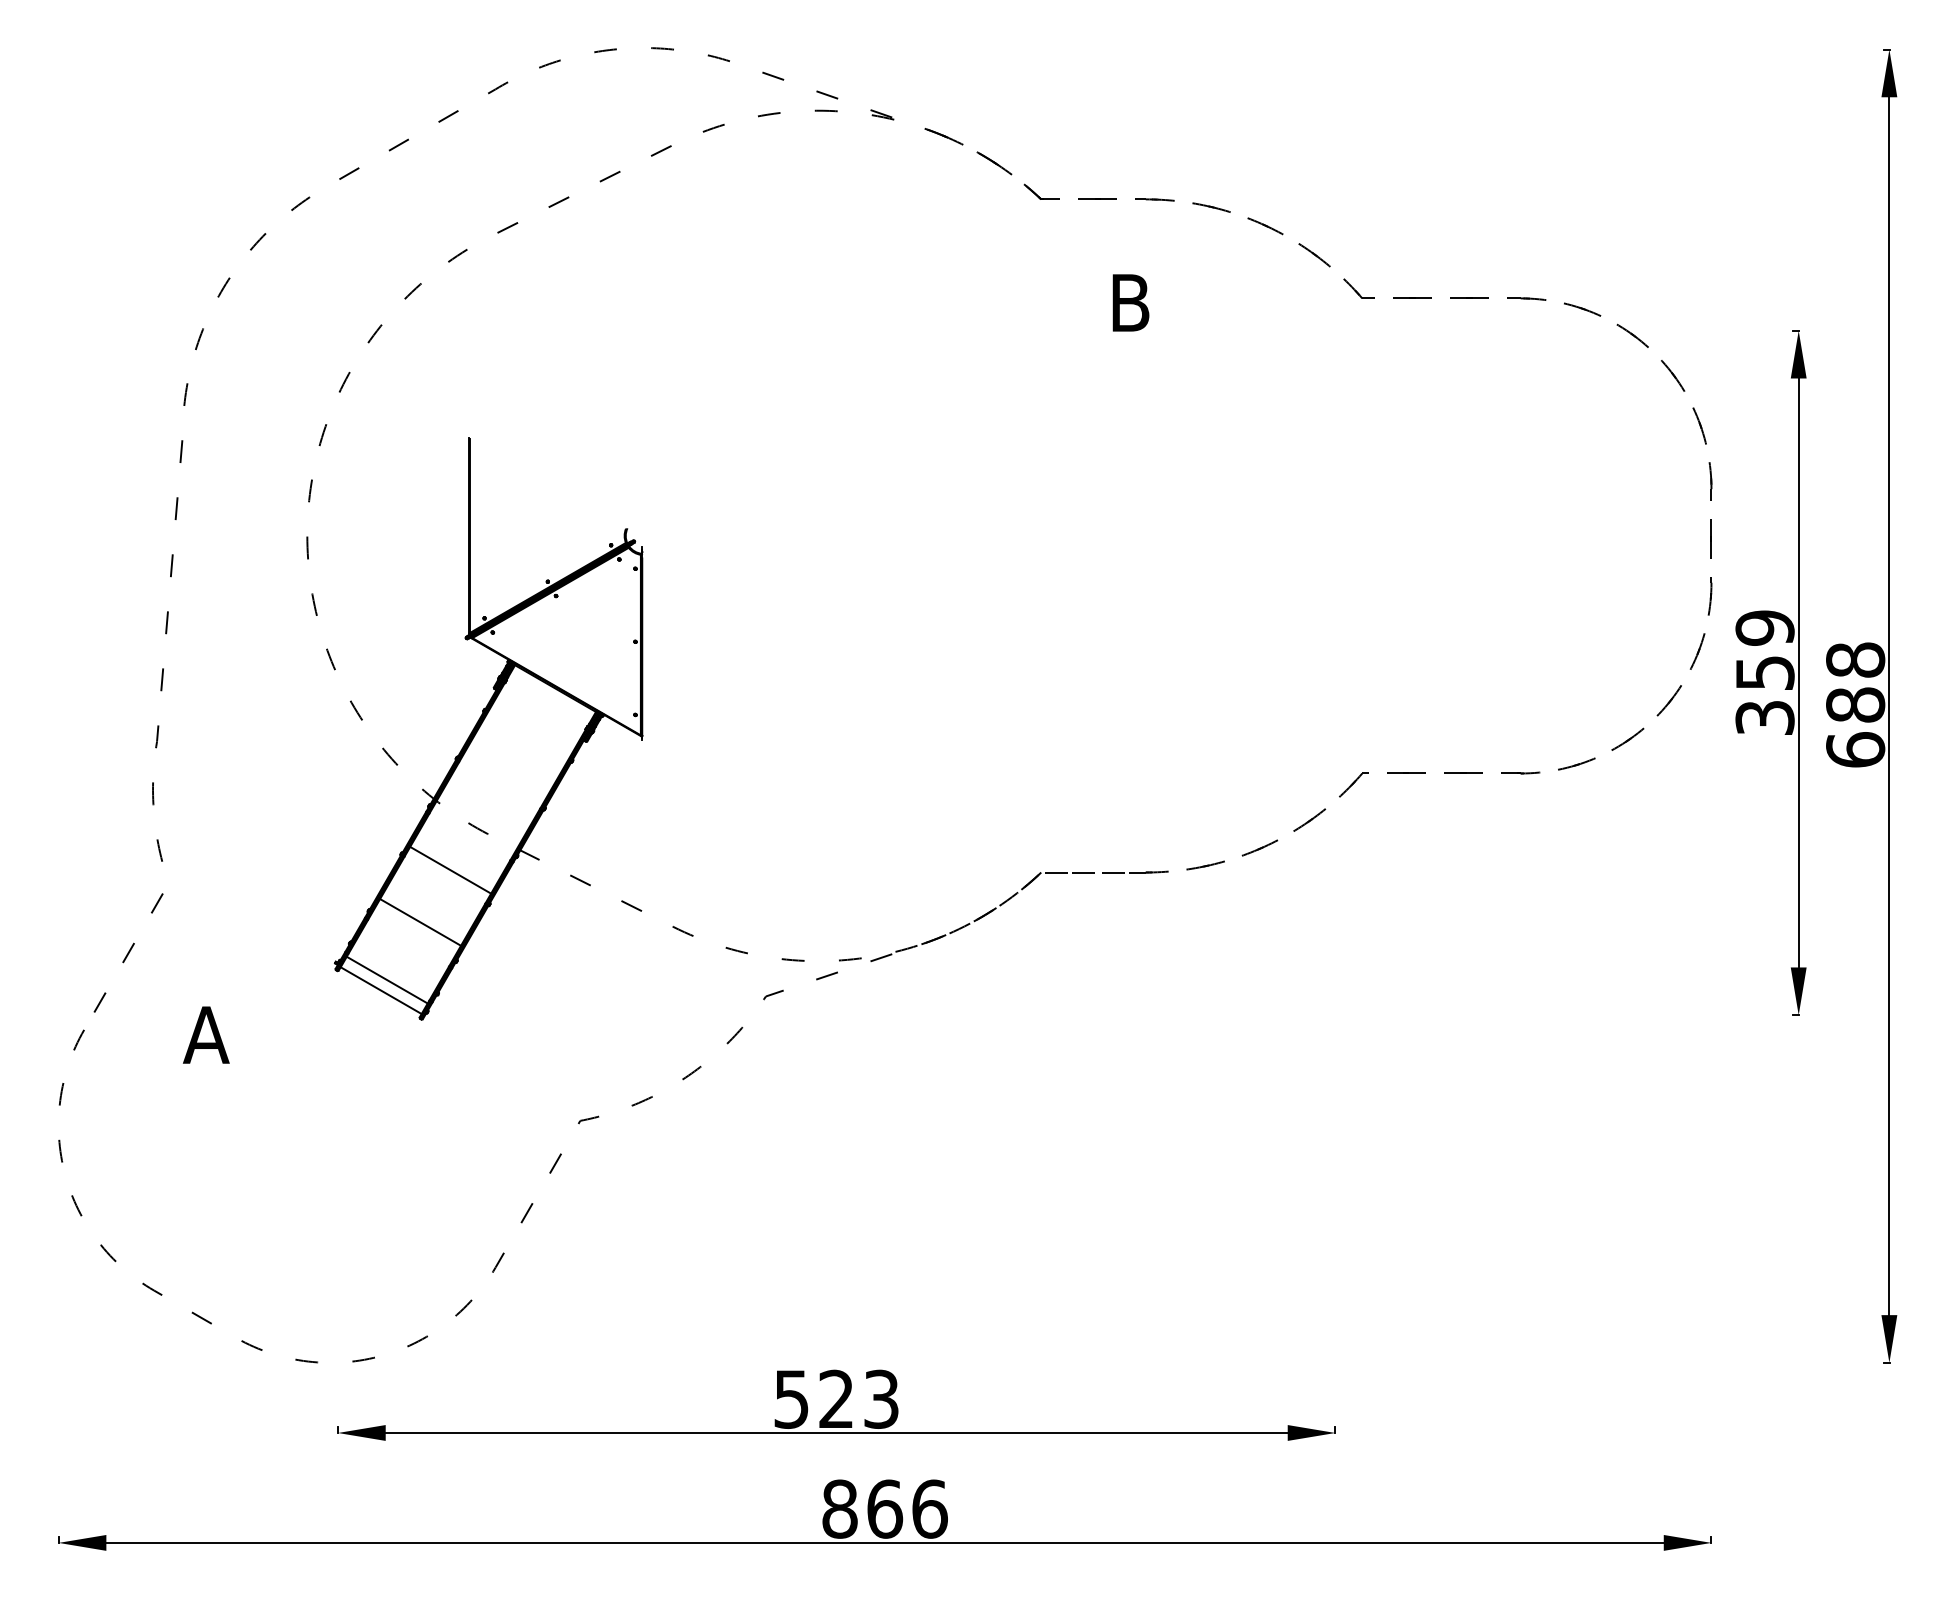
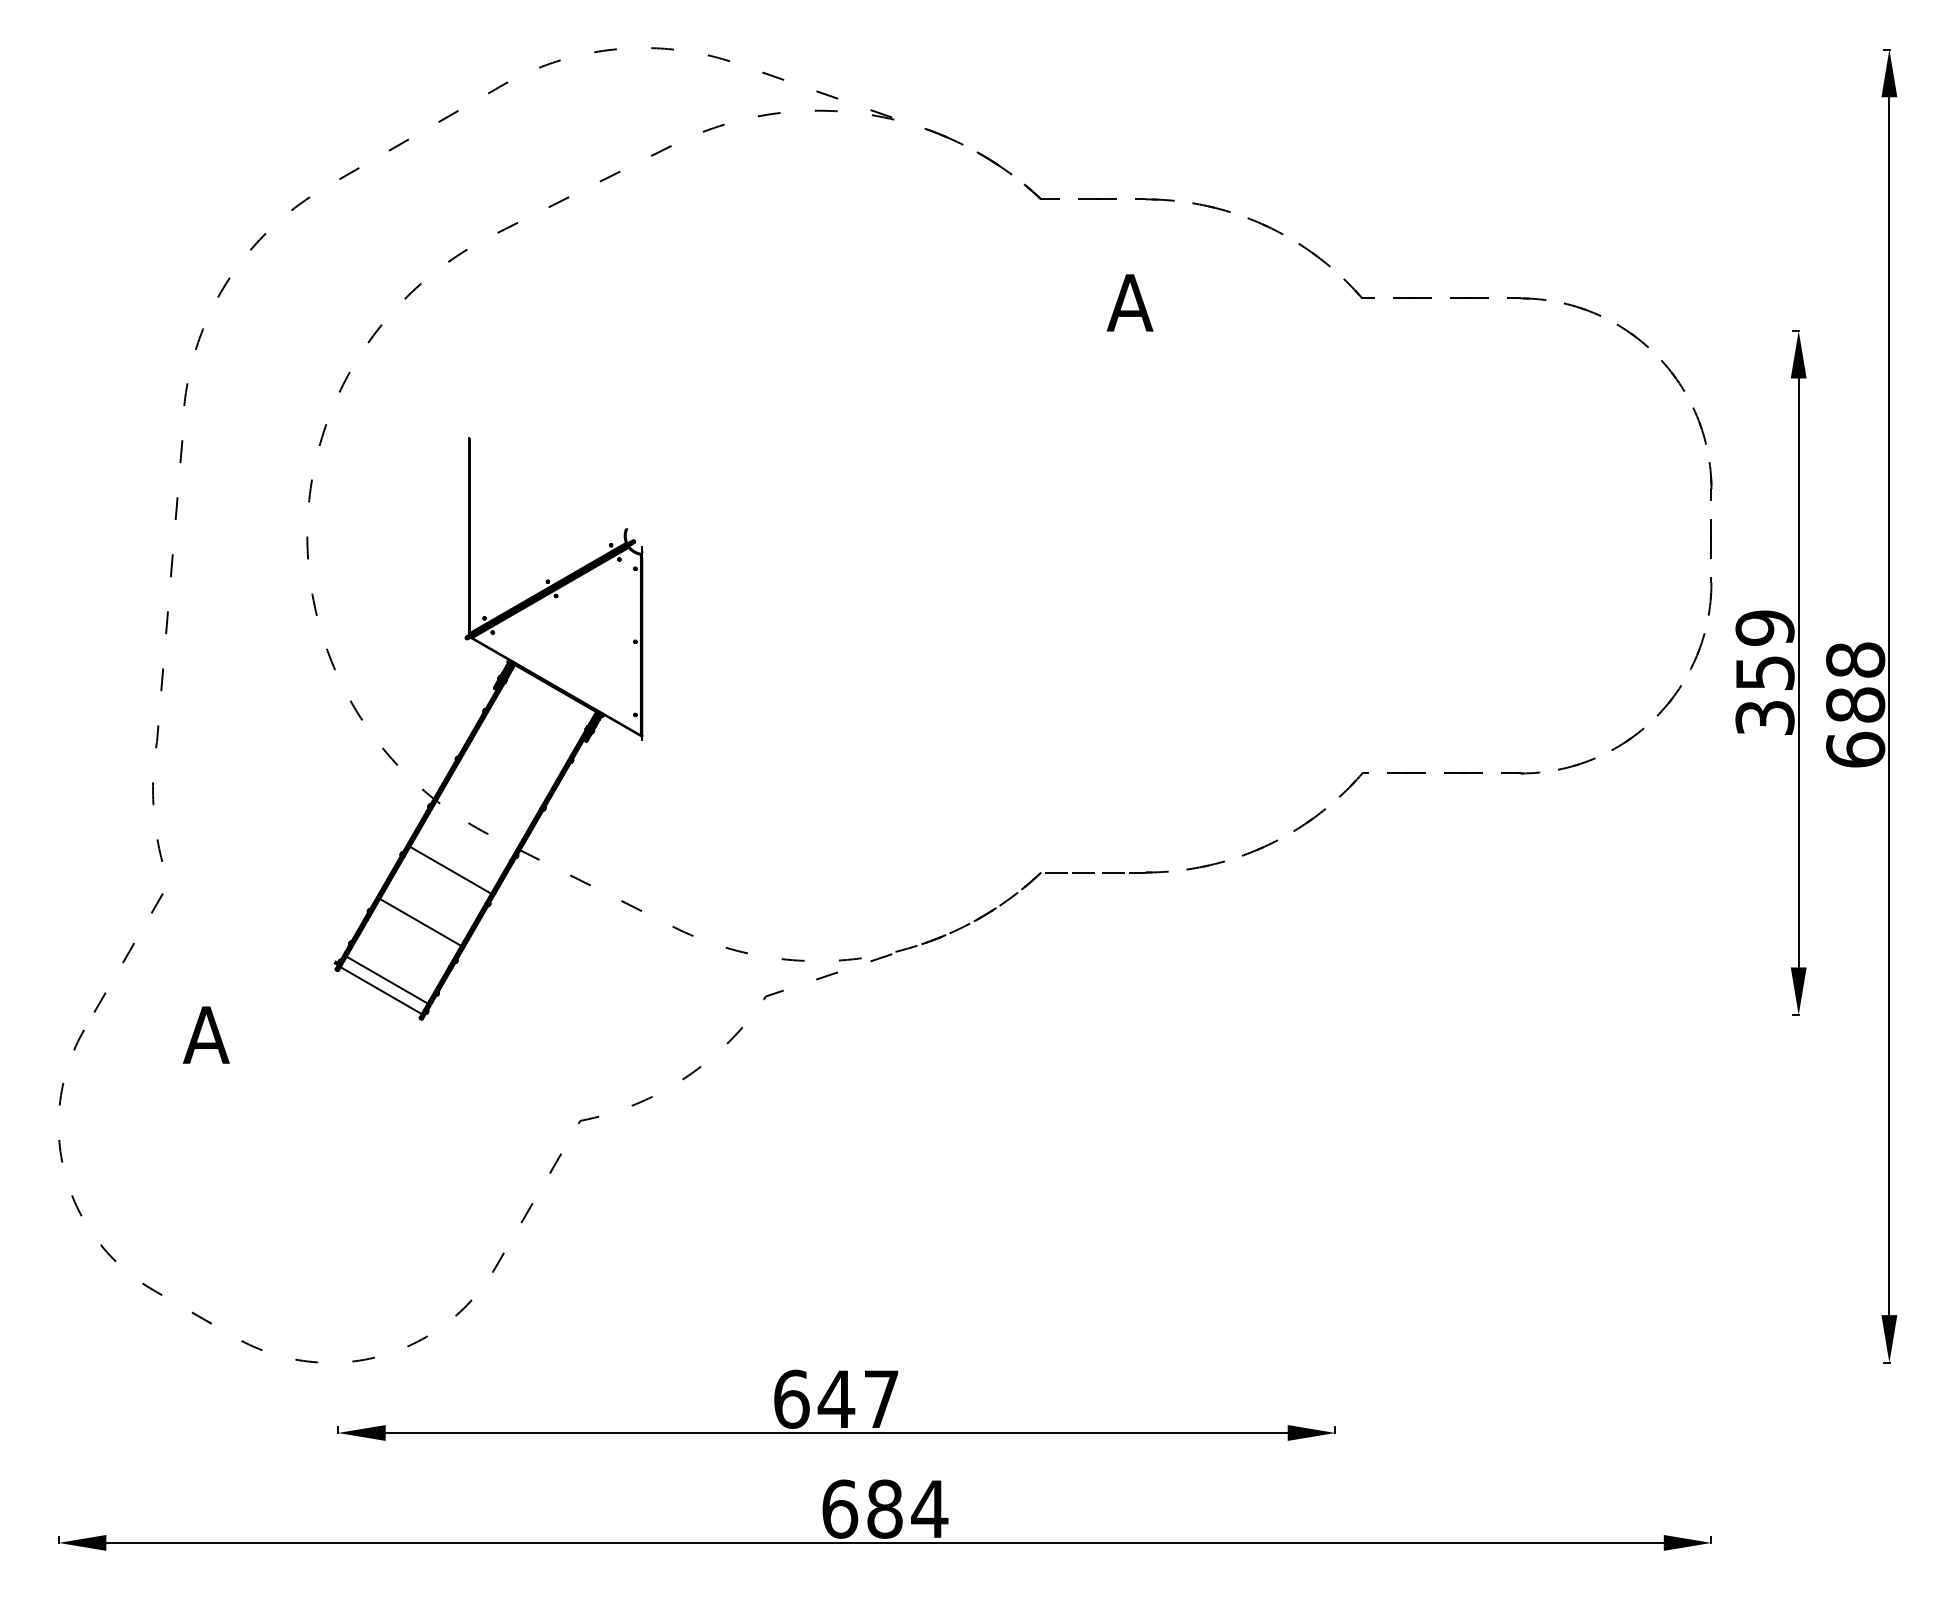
text at (1129, 302): B -> A
text at (836, 1398): 523 -> 647
text at (885, 1508): 866 -> 684
